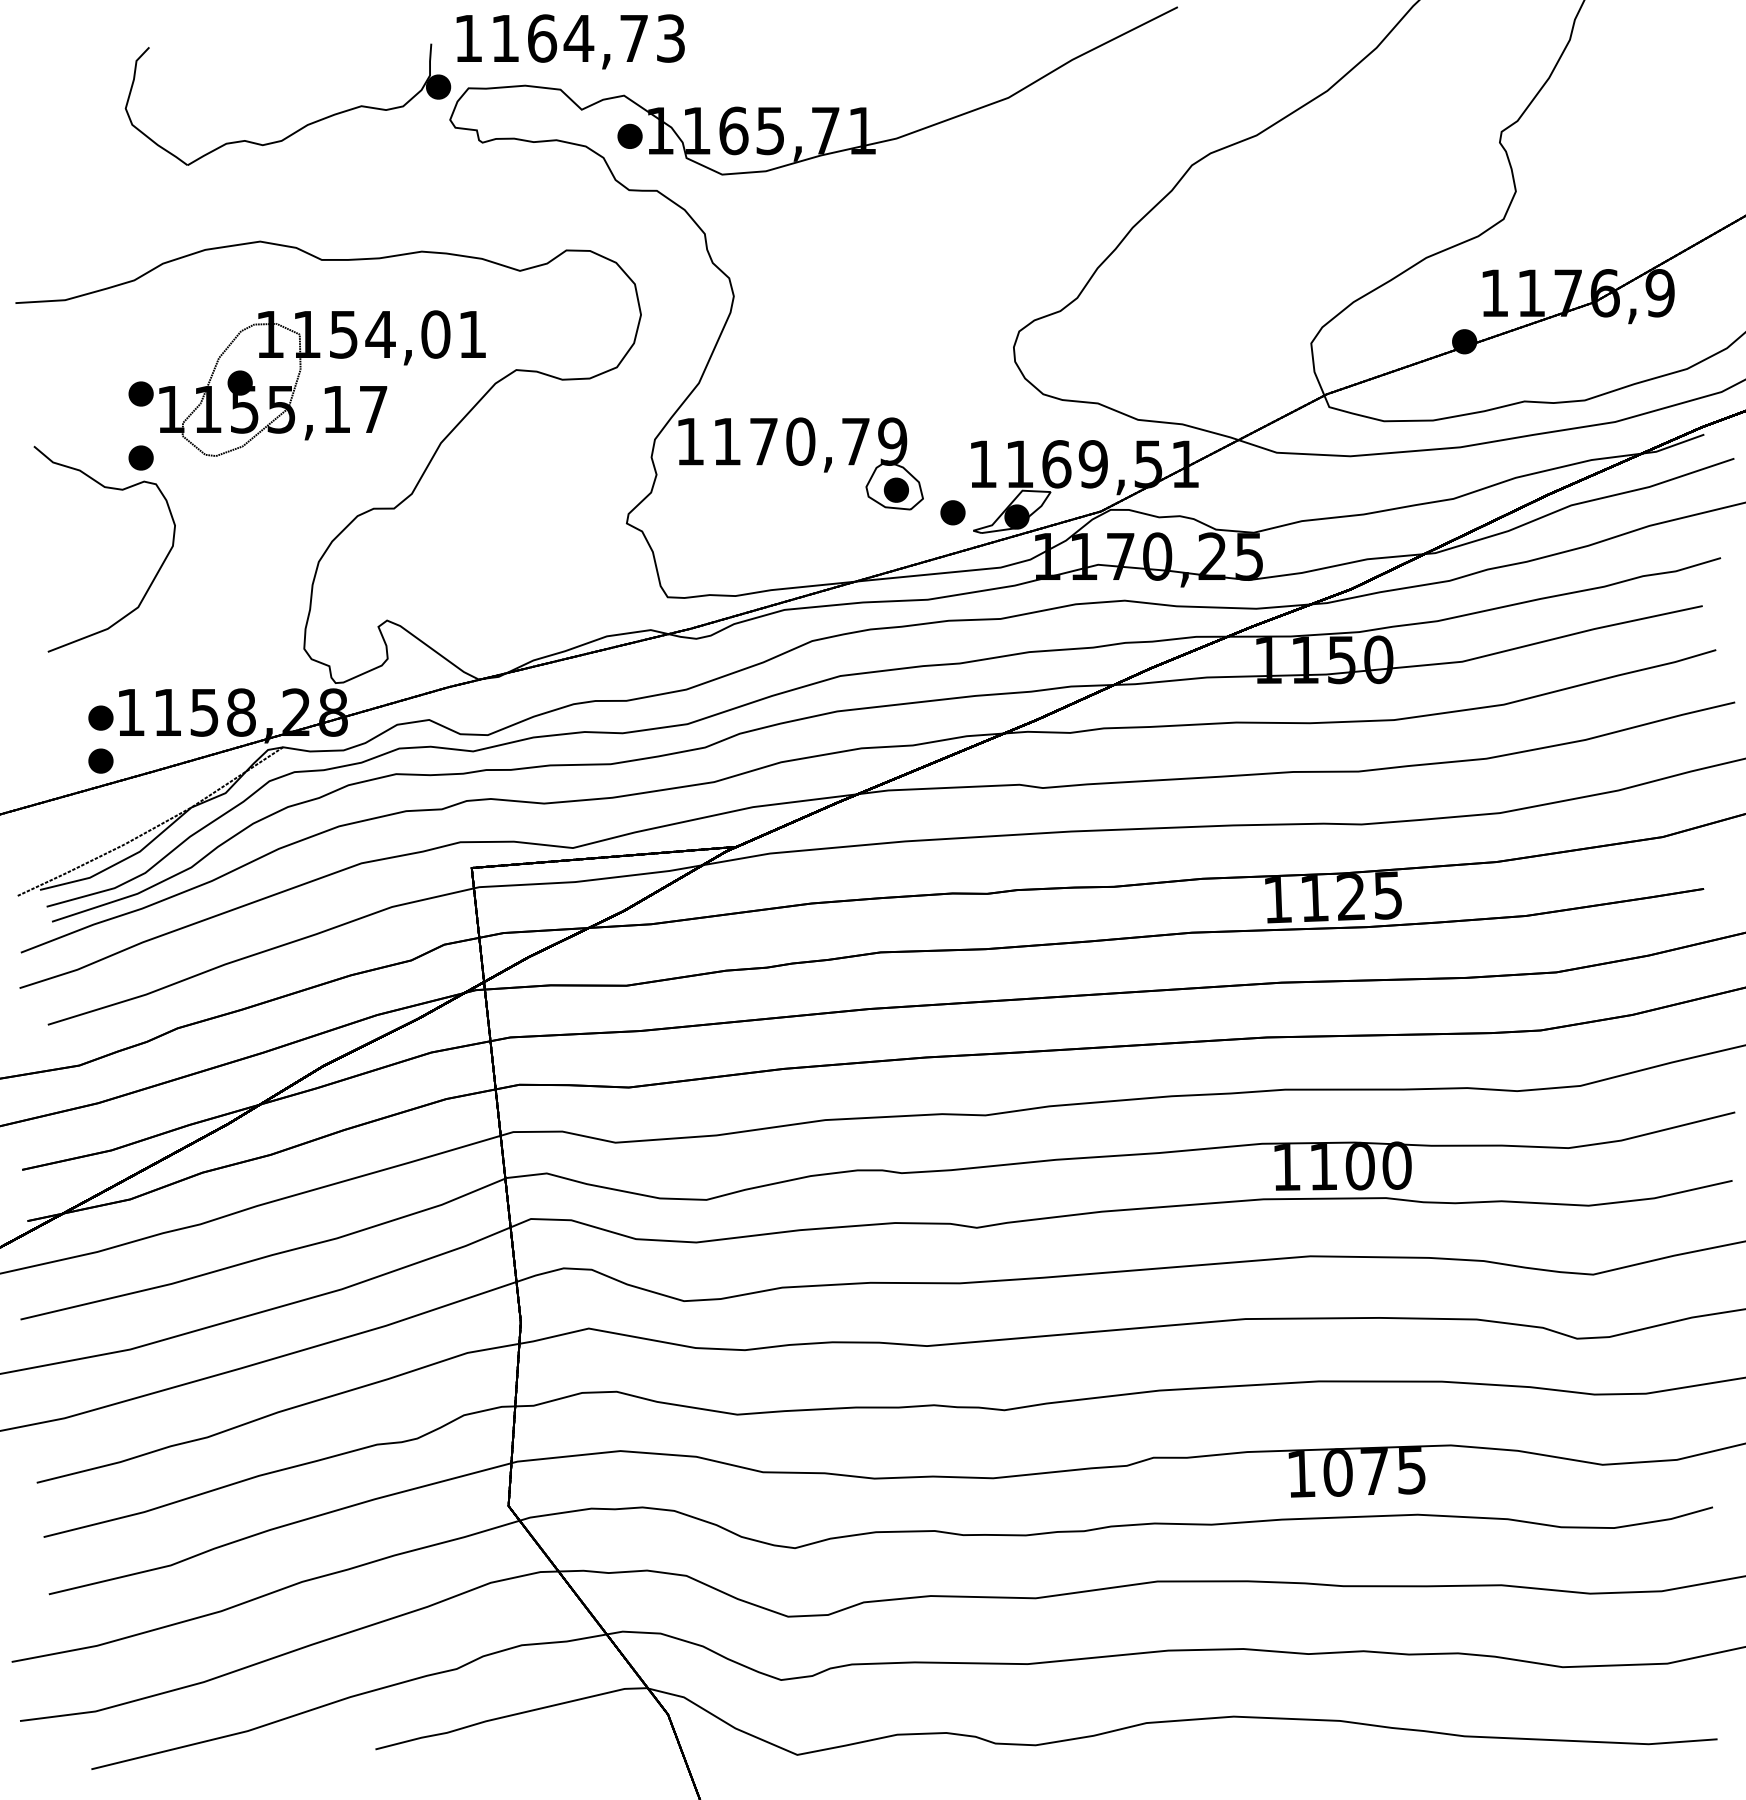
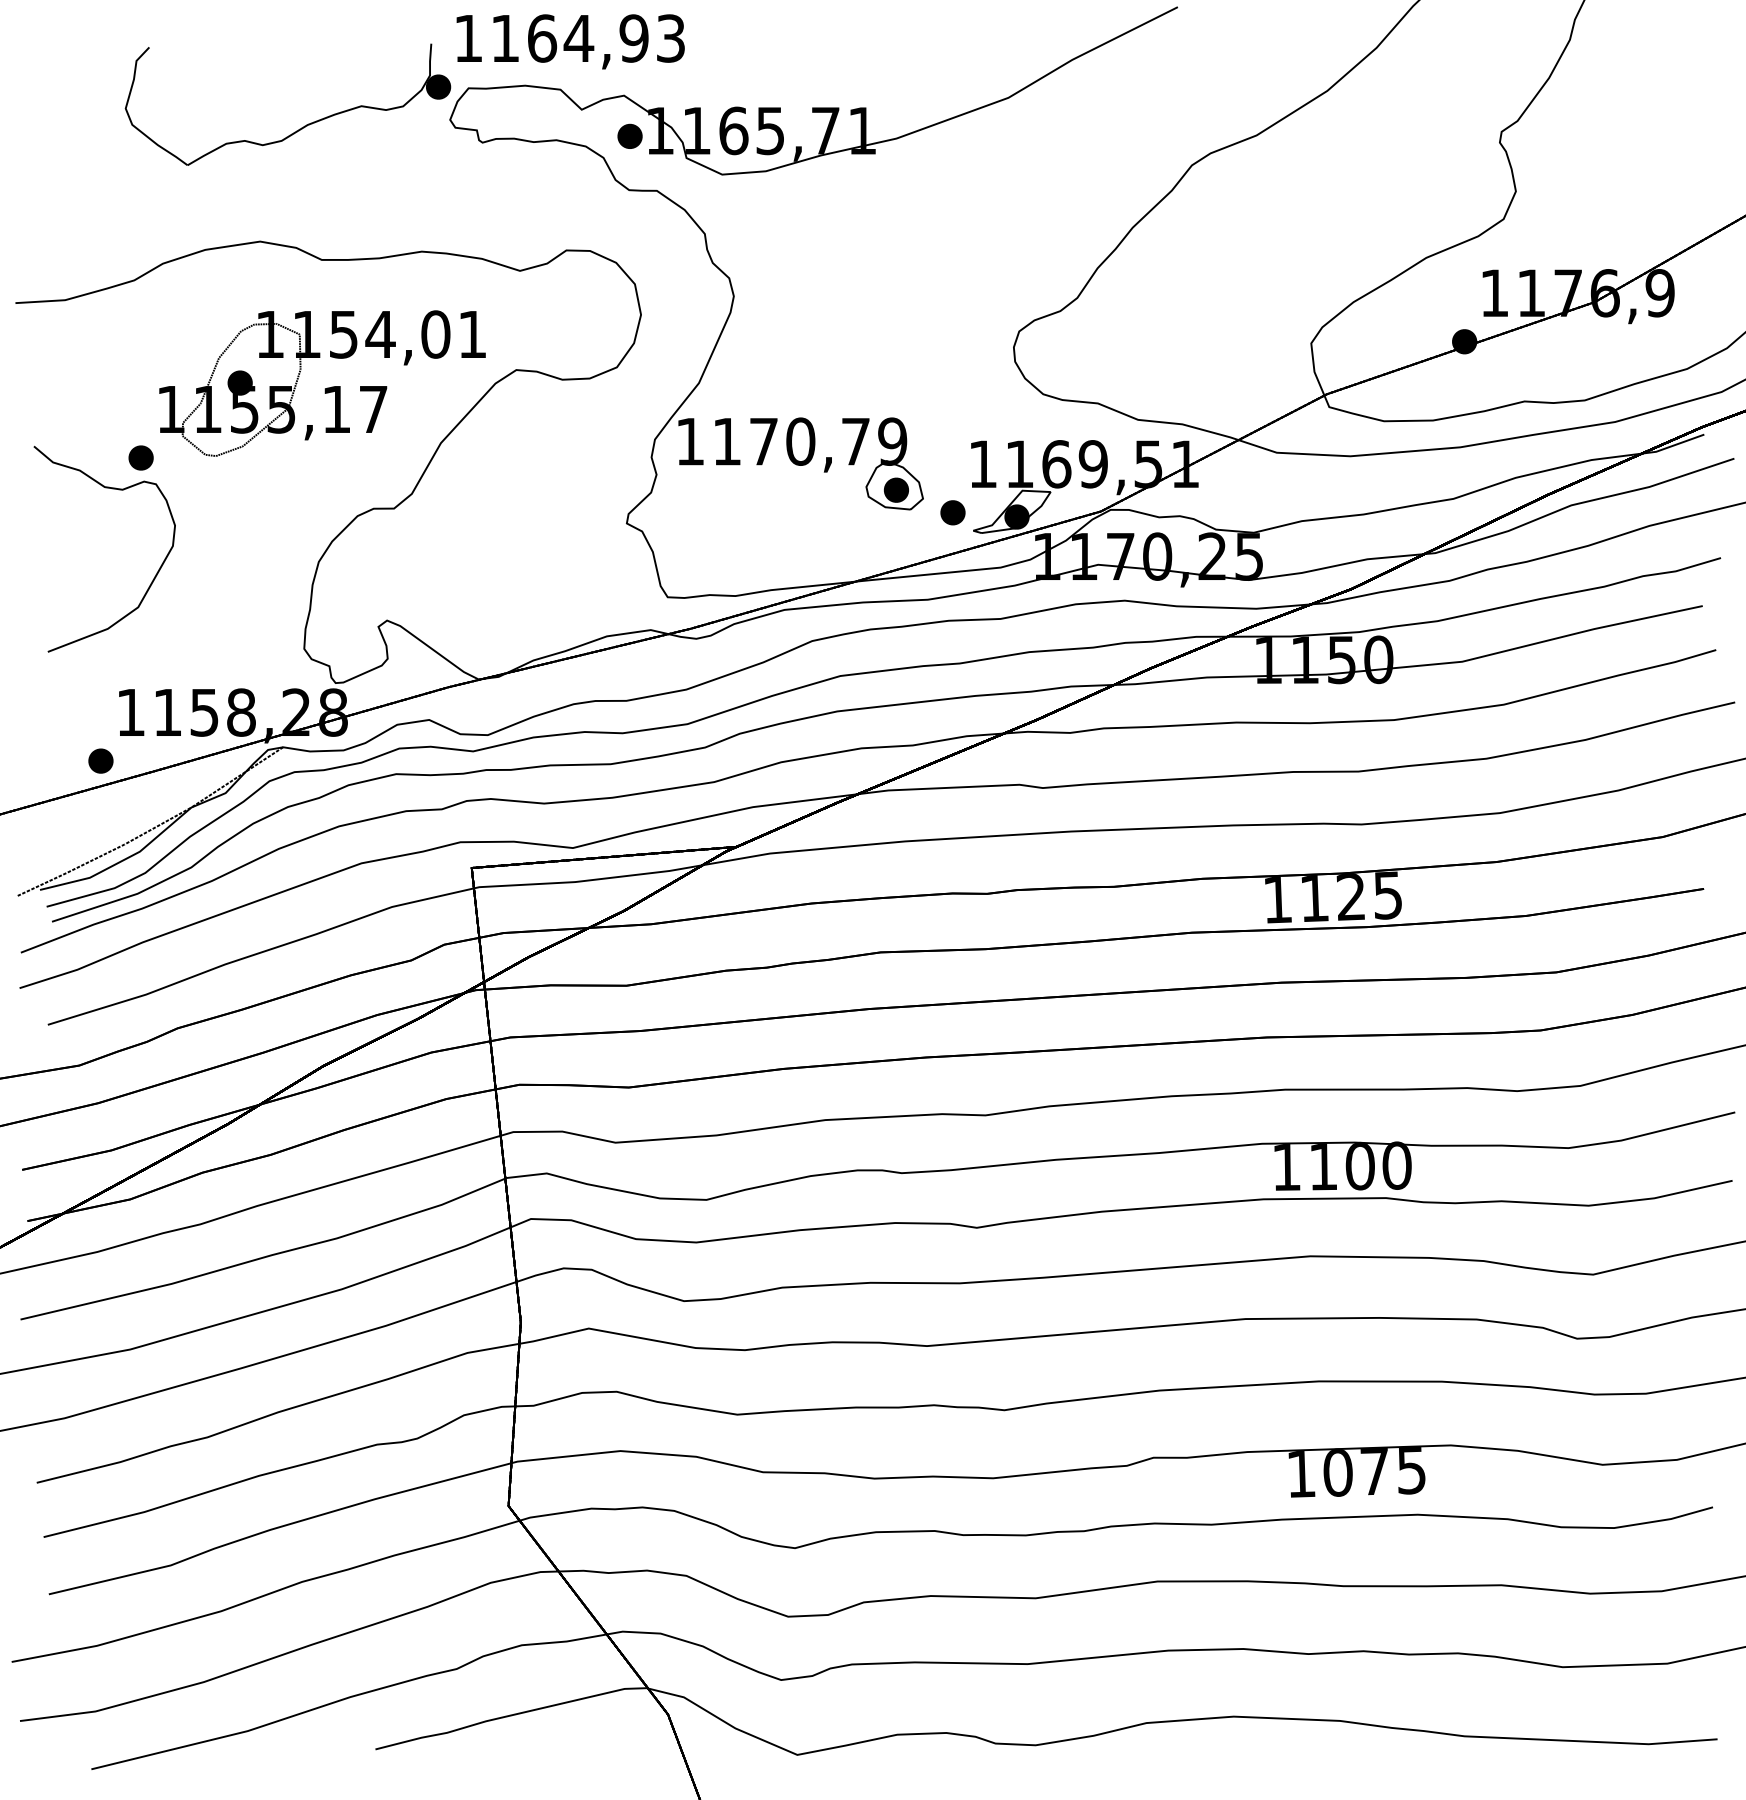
text at (633, 38): 1164,73 -> 1164,93
part at (140, 393): present -> none
part at (100, 717): present -> none
